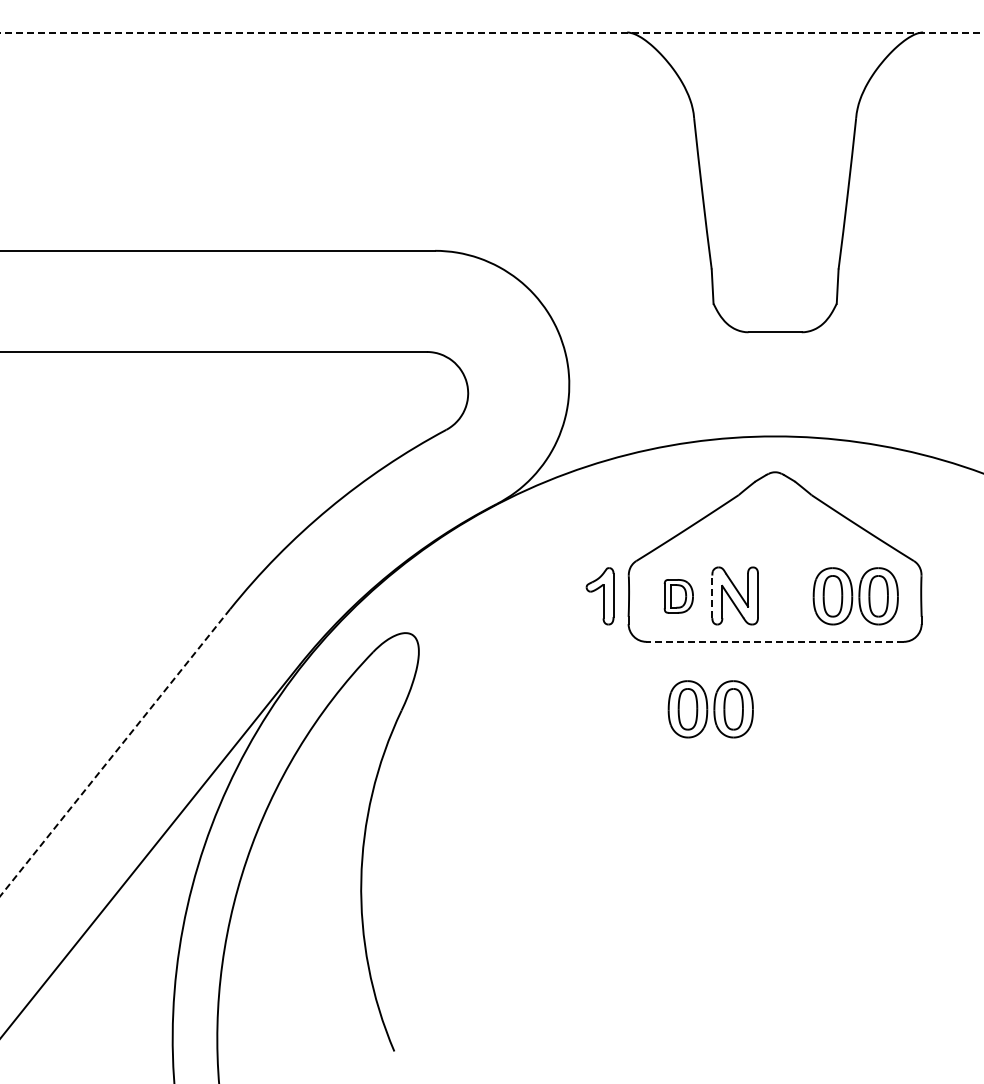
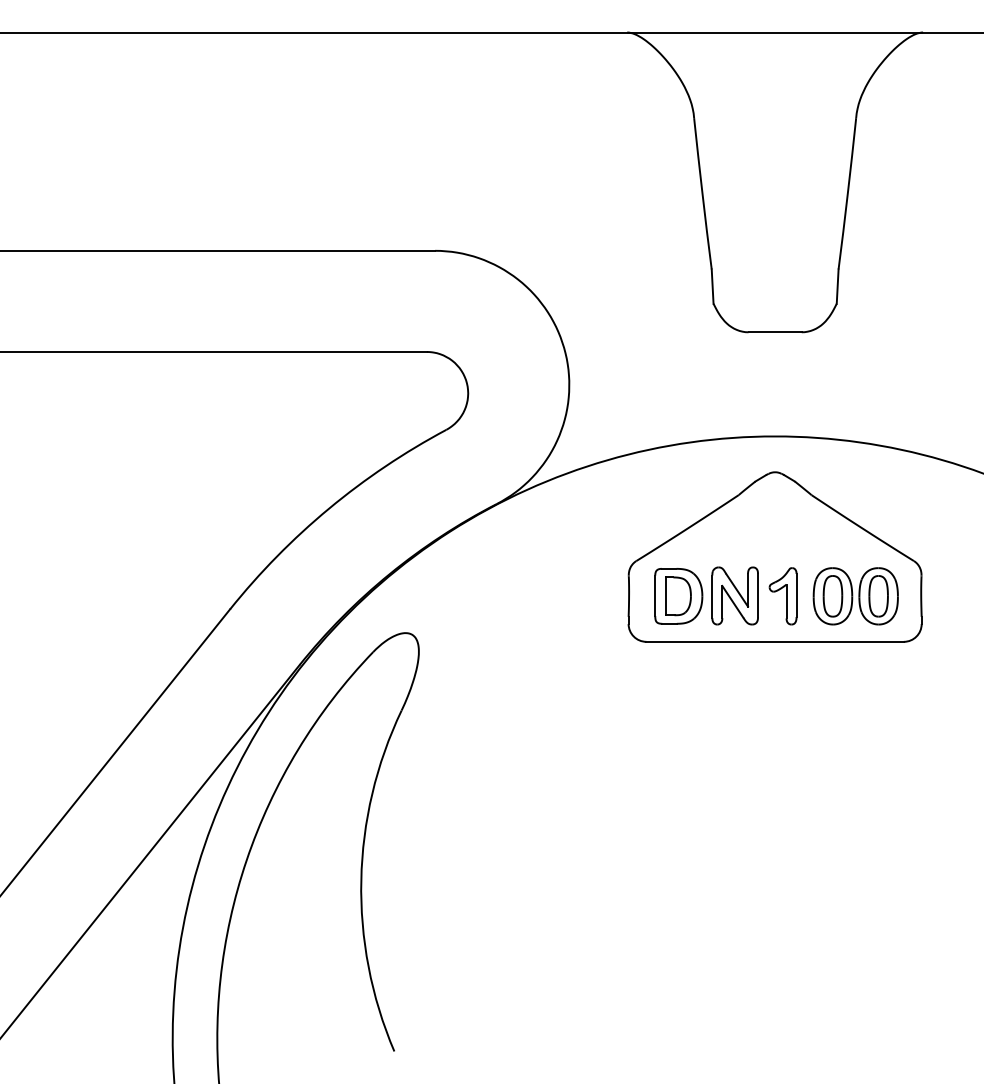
line at (492, 32): dashed -> solid
part at (599, 596) position: (599, 596) -> (782, 596)
part at (678, 596) size: 31x35 px -> 50x57 px
line at (712, 596): dashed -> solid
line at (775, 641): dashed -> solid
part at (710, 709): present -> none
line at (115, 752): dashed -> solid
